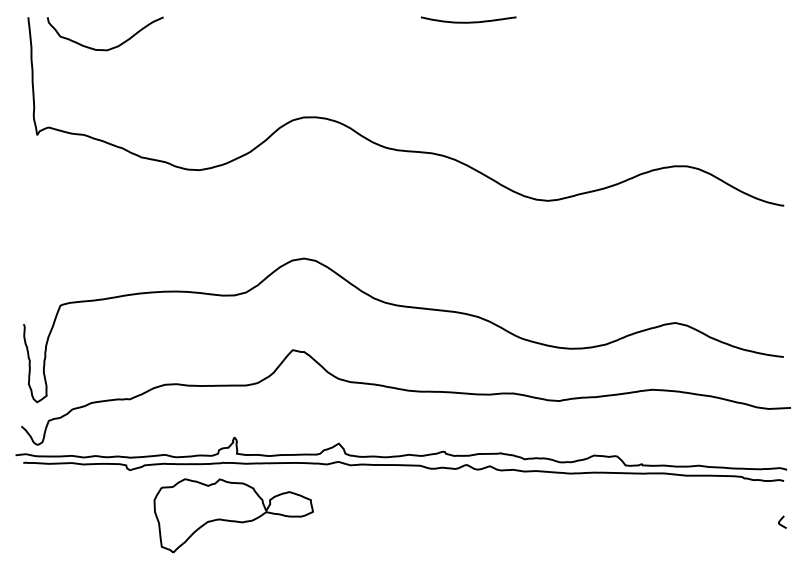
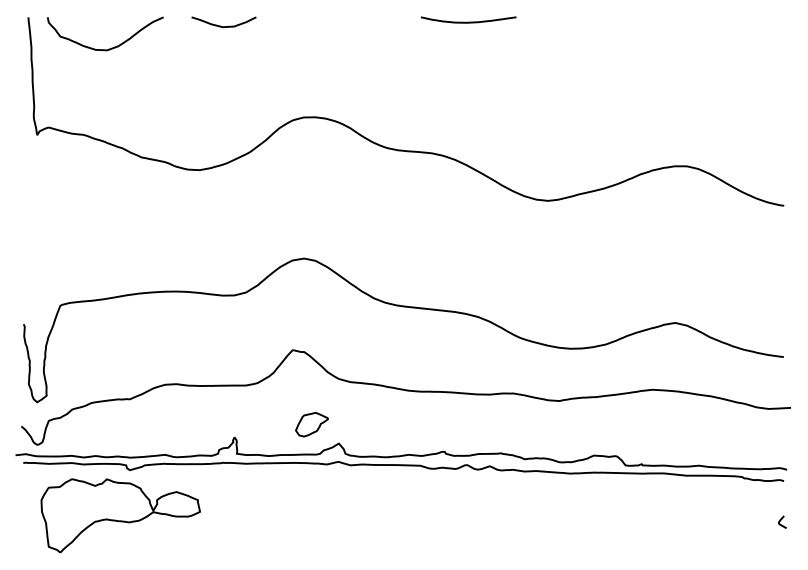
curve at (221, 25): none -> present
part at (311, 424): none -> present
part at (233, 515) position: (233, 515) -> (120, 515)
